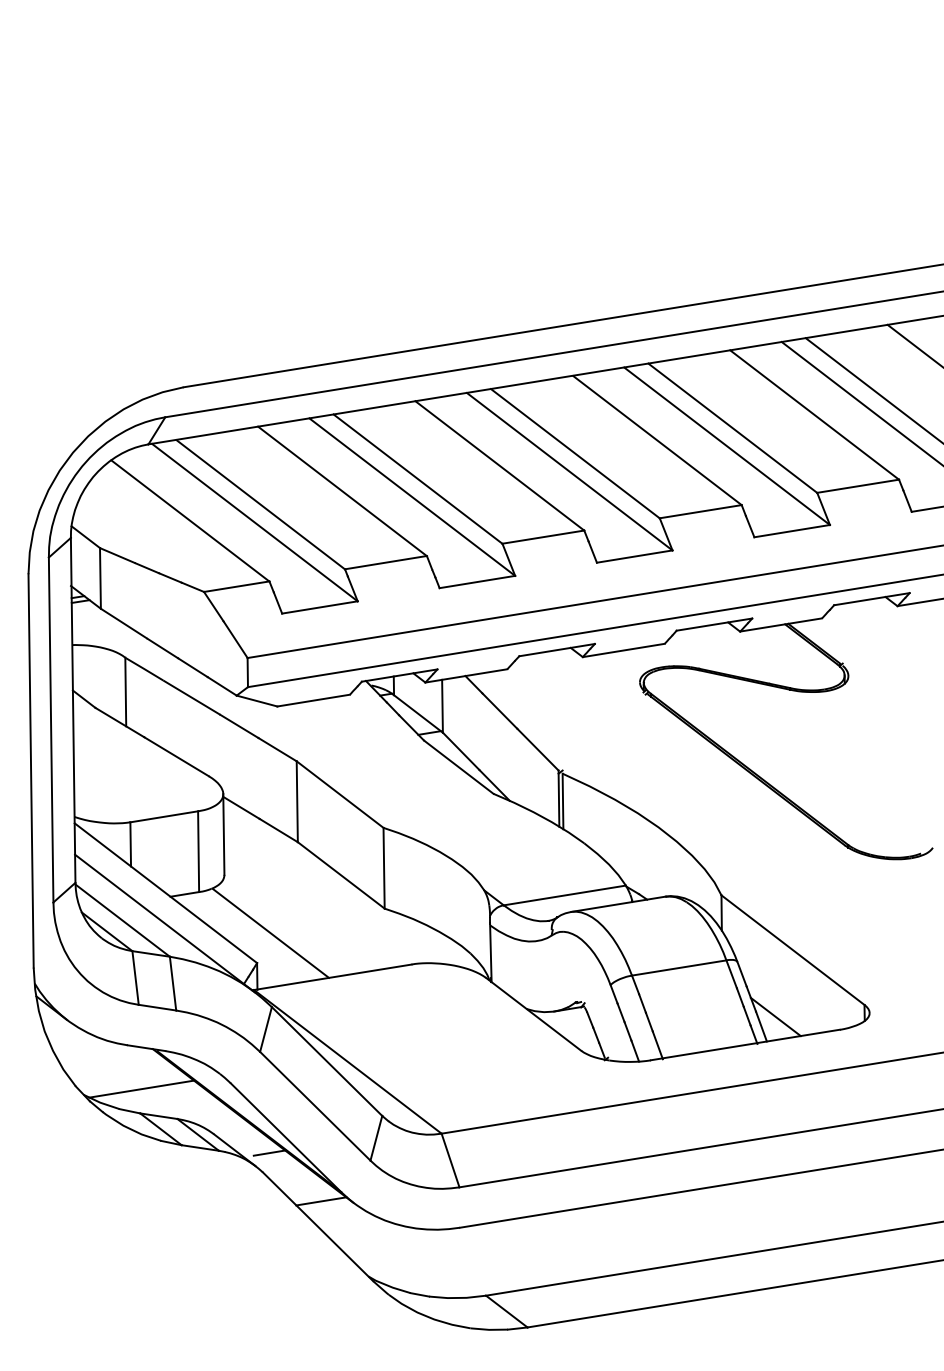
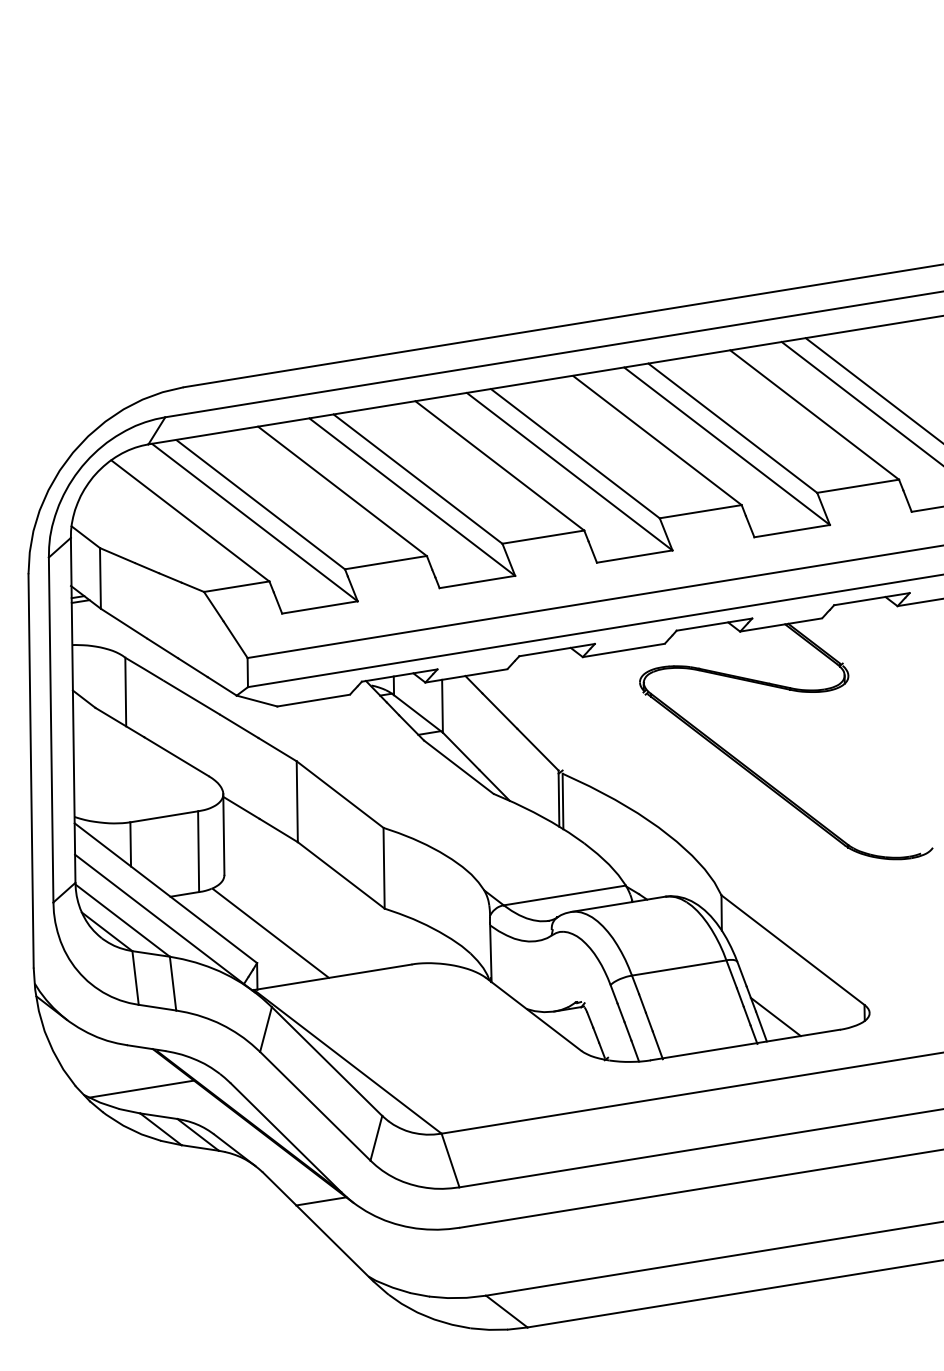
line at (913, 344): present -> none
line at (269, 1152): present -> none
